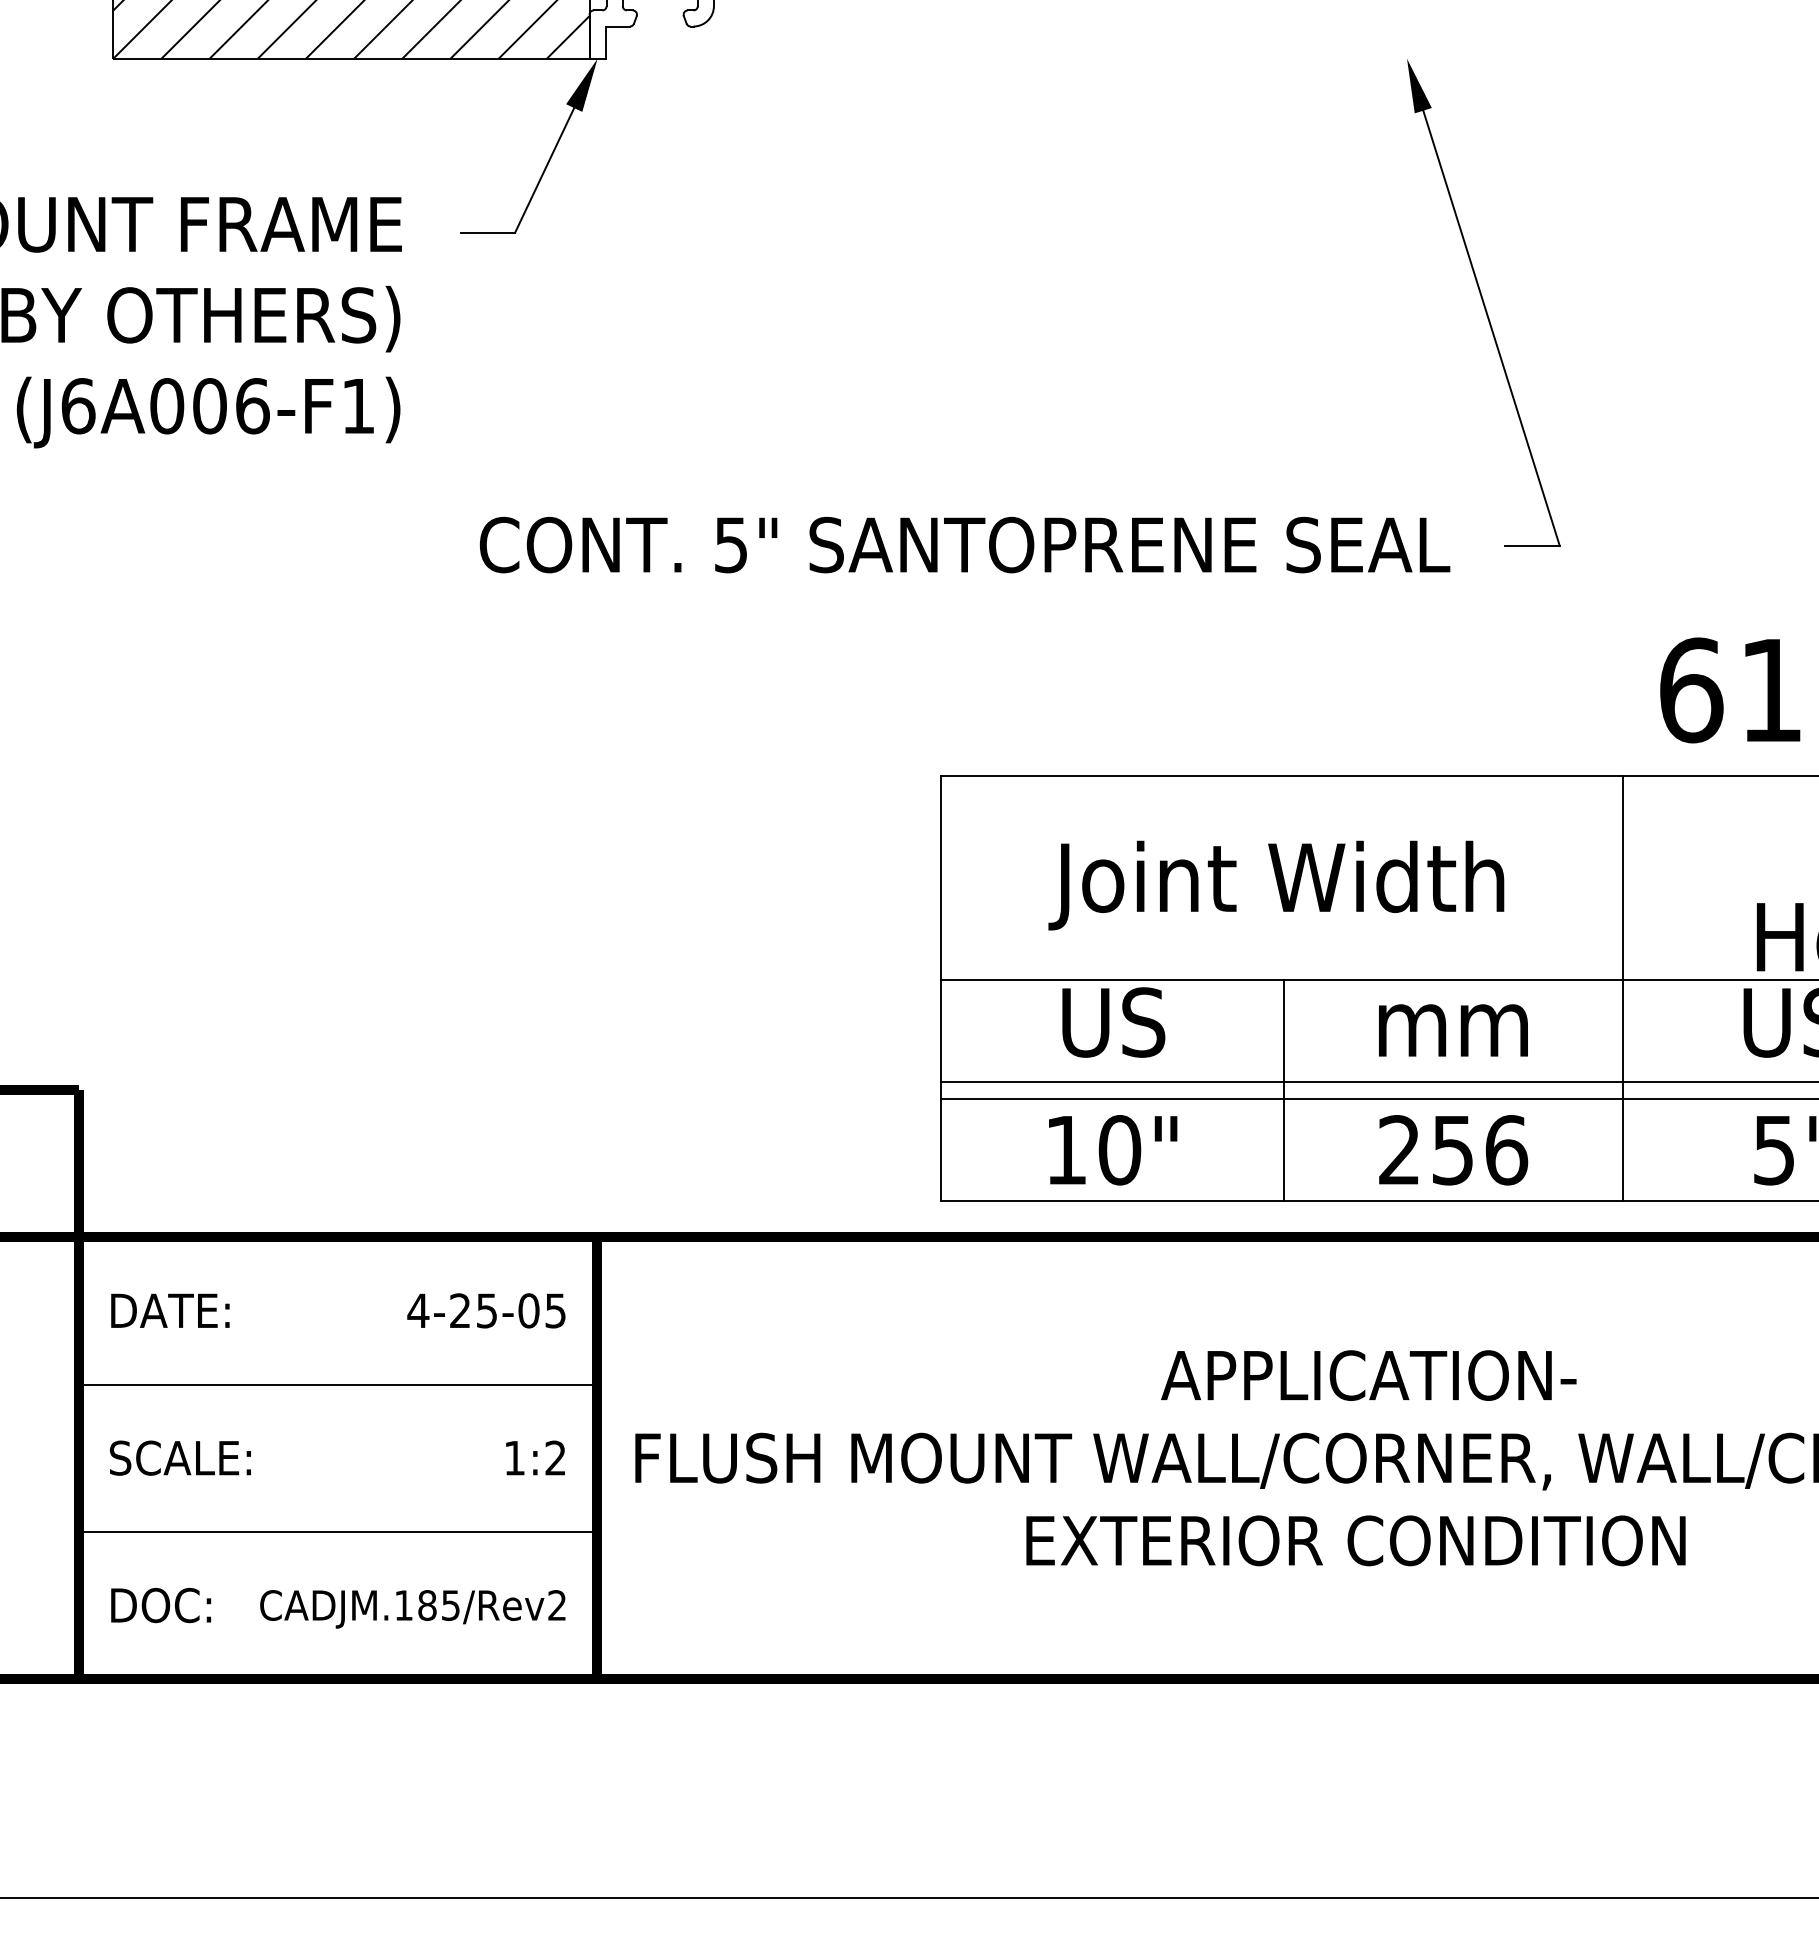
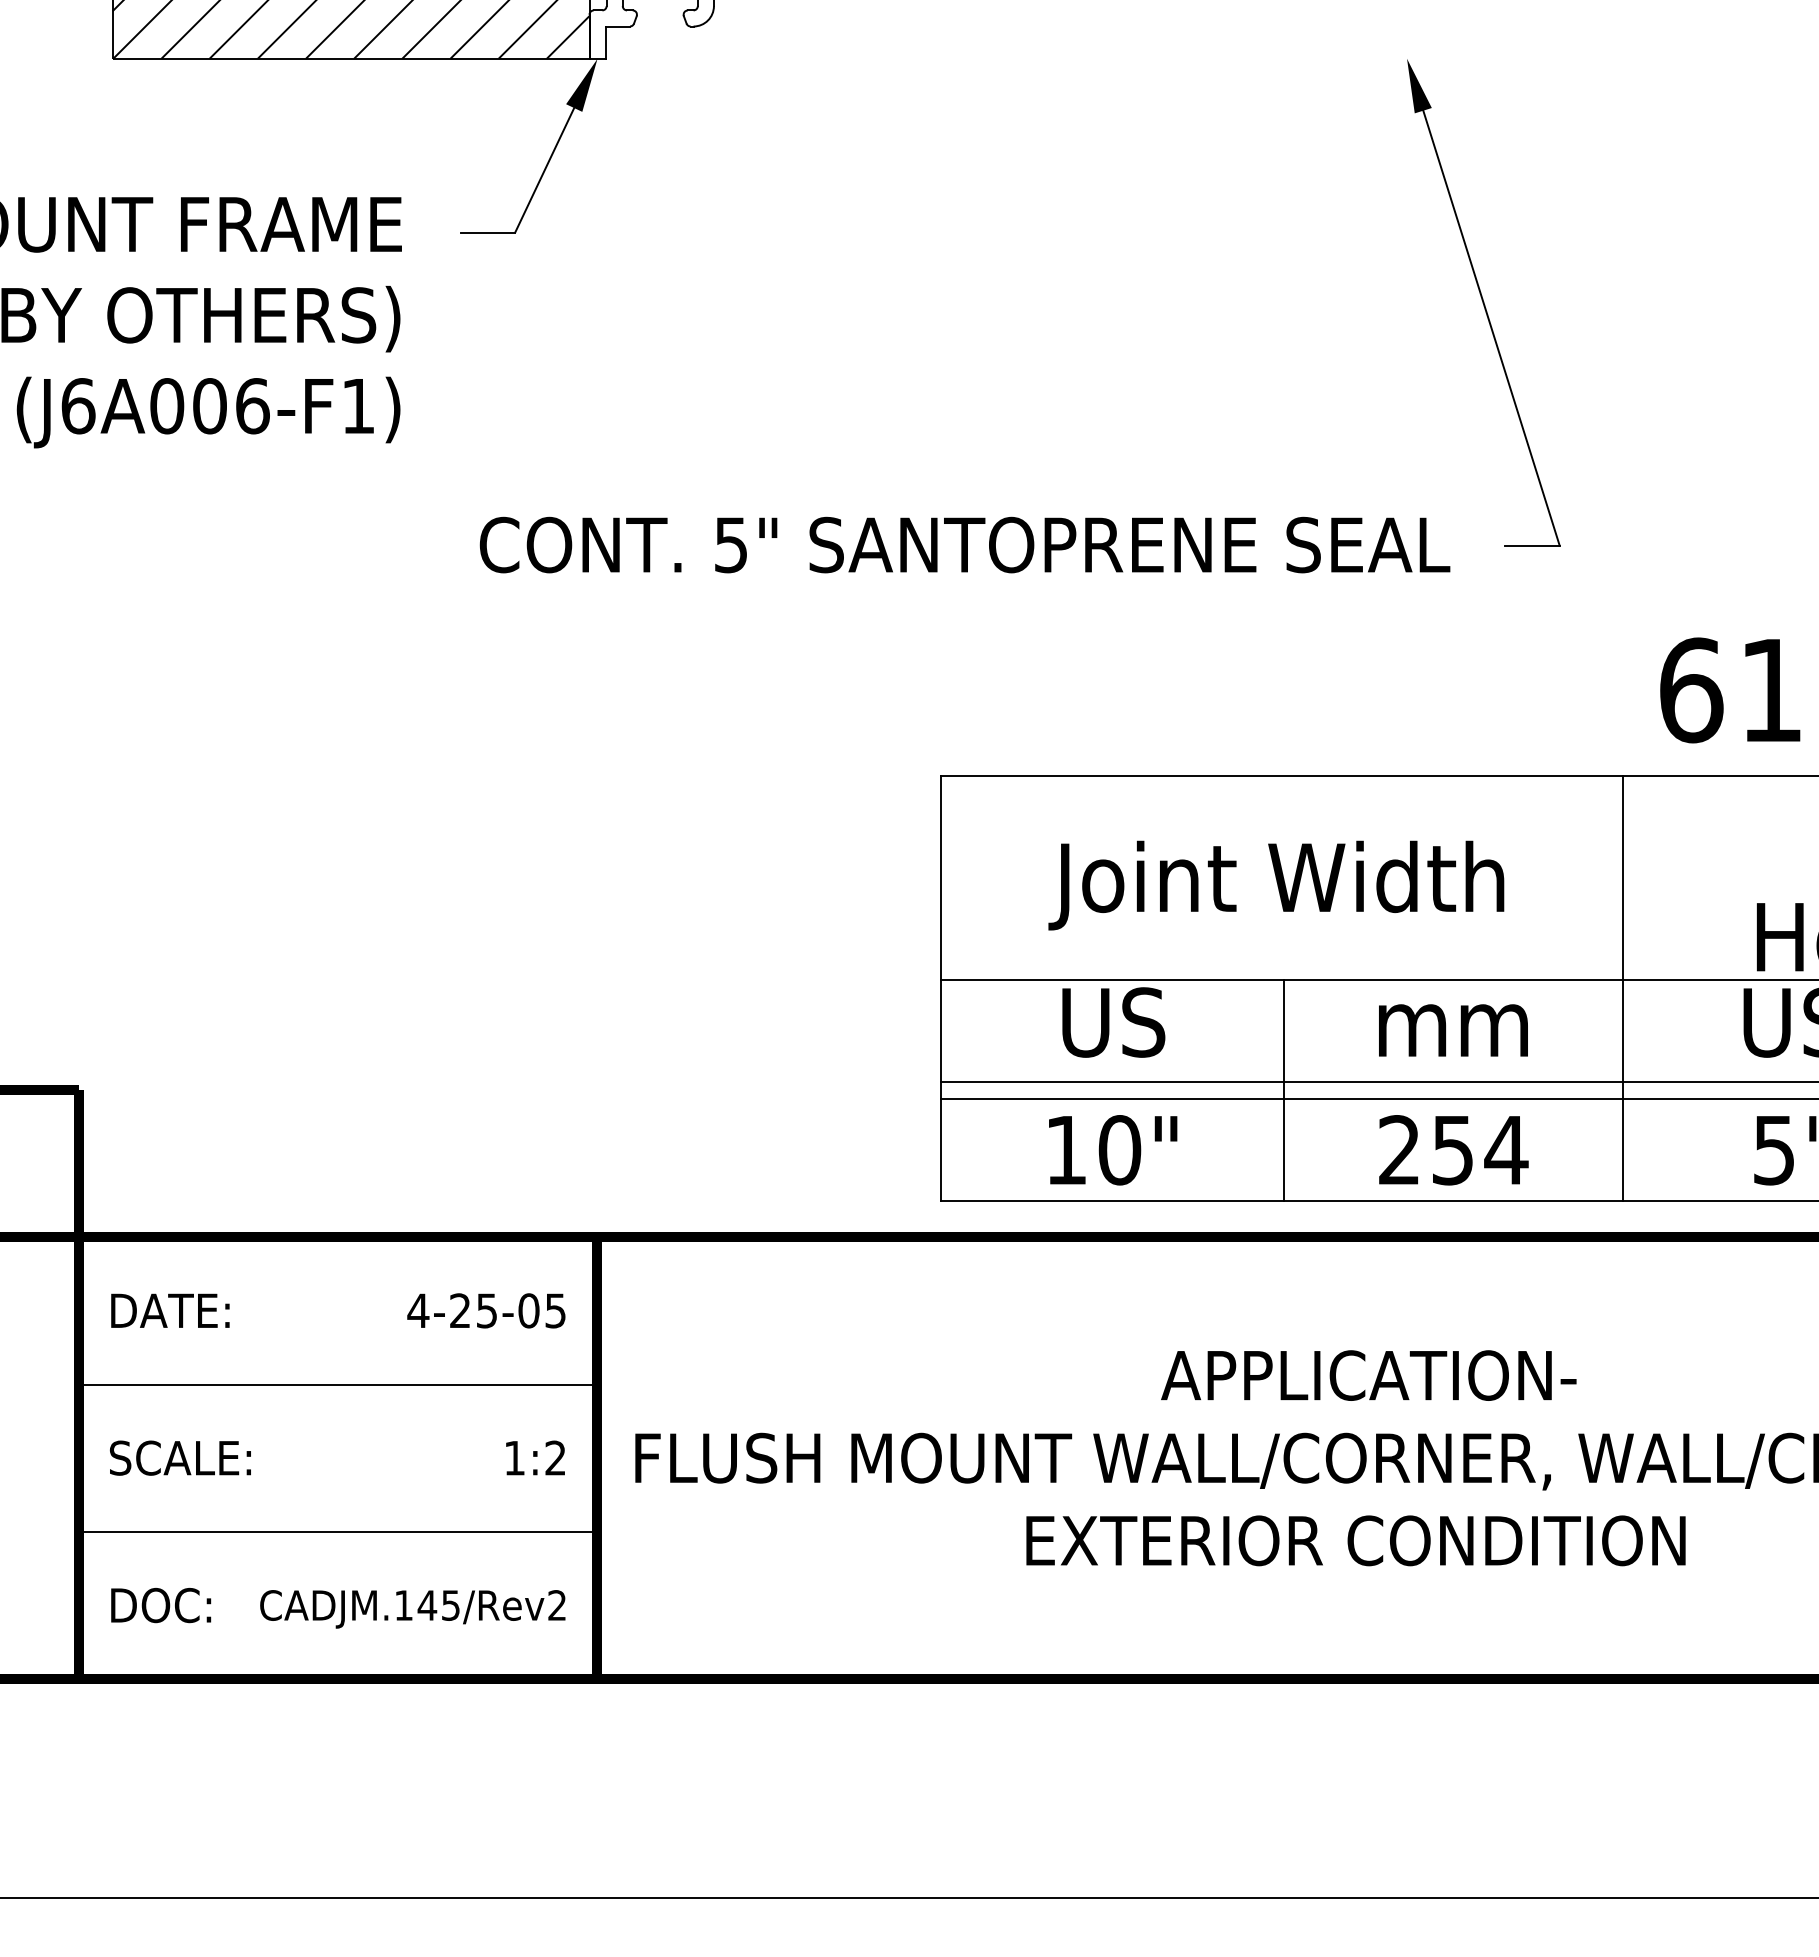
text at (1506, 1150): 256 -> 254
text at (427, 1605): CADJM.185/Rev2 -> CADJM.145/Rev2
